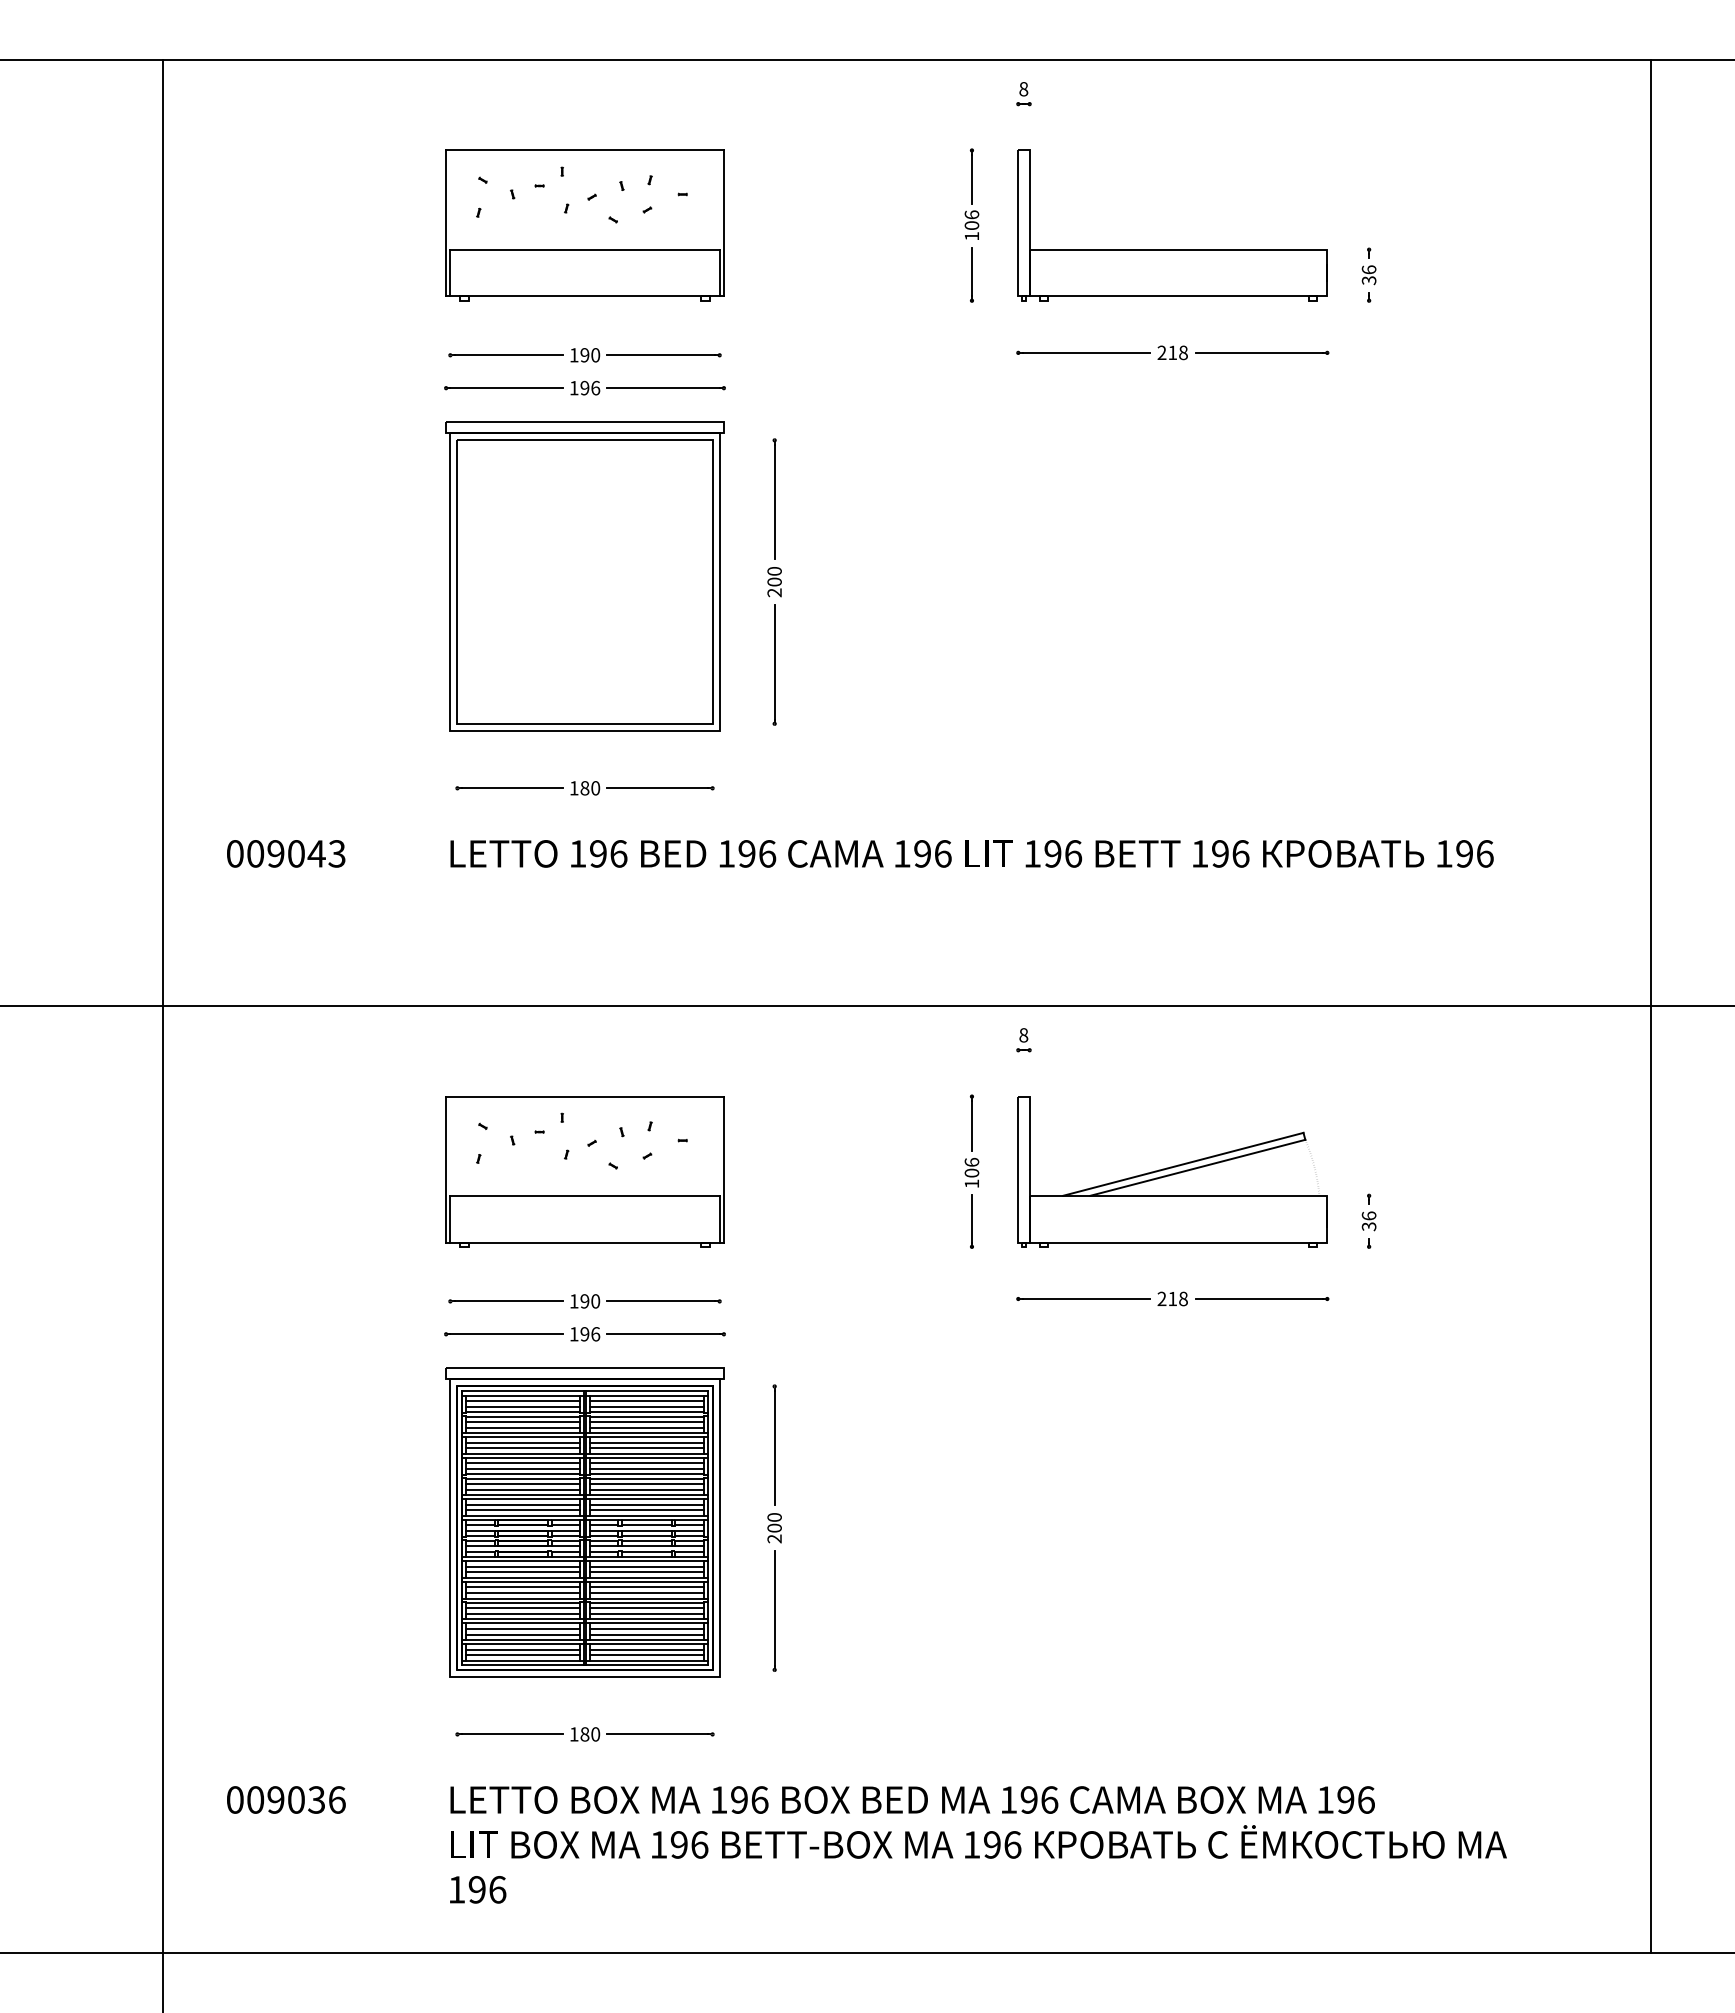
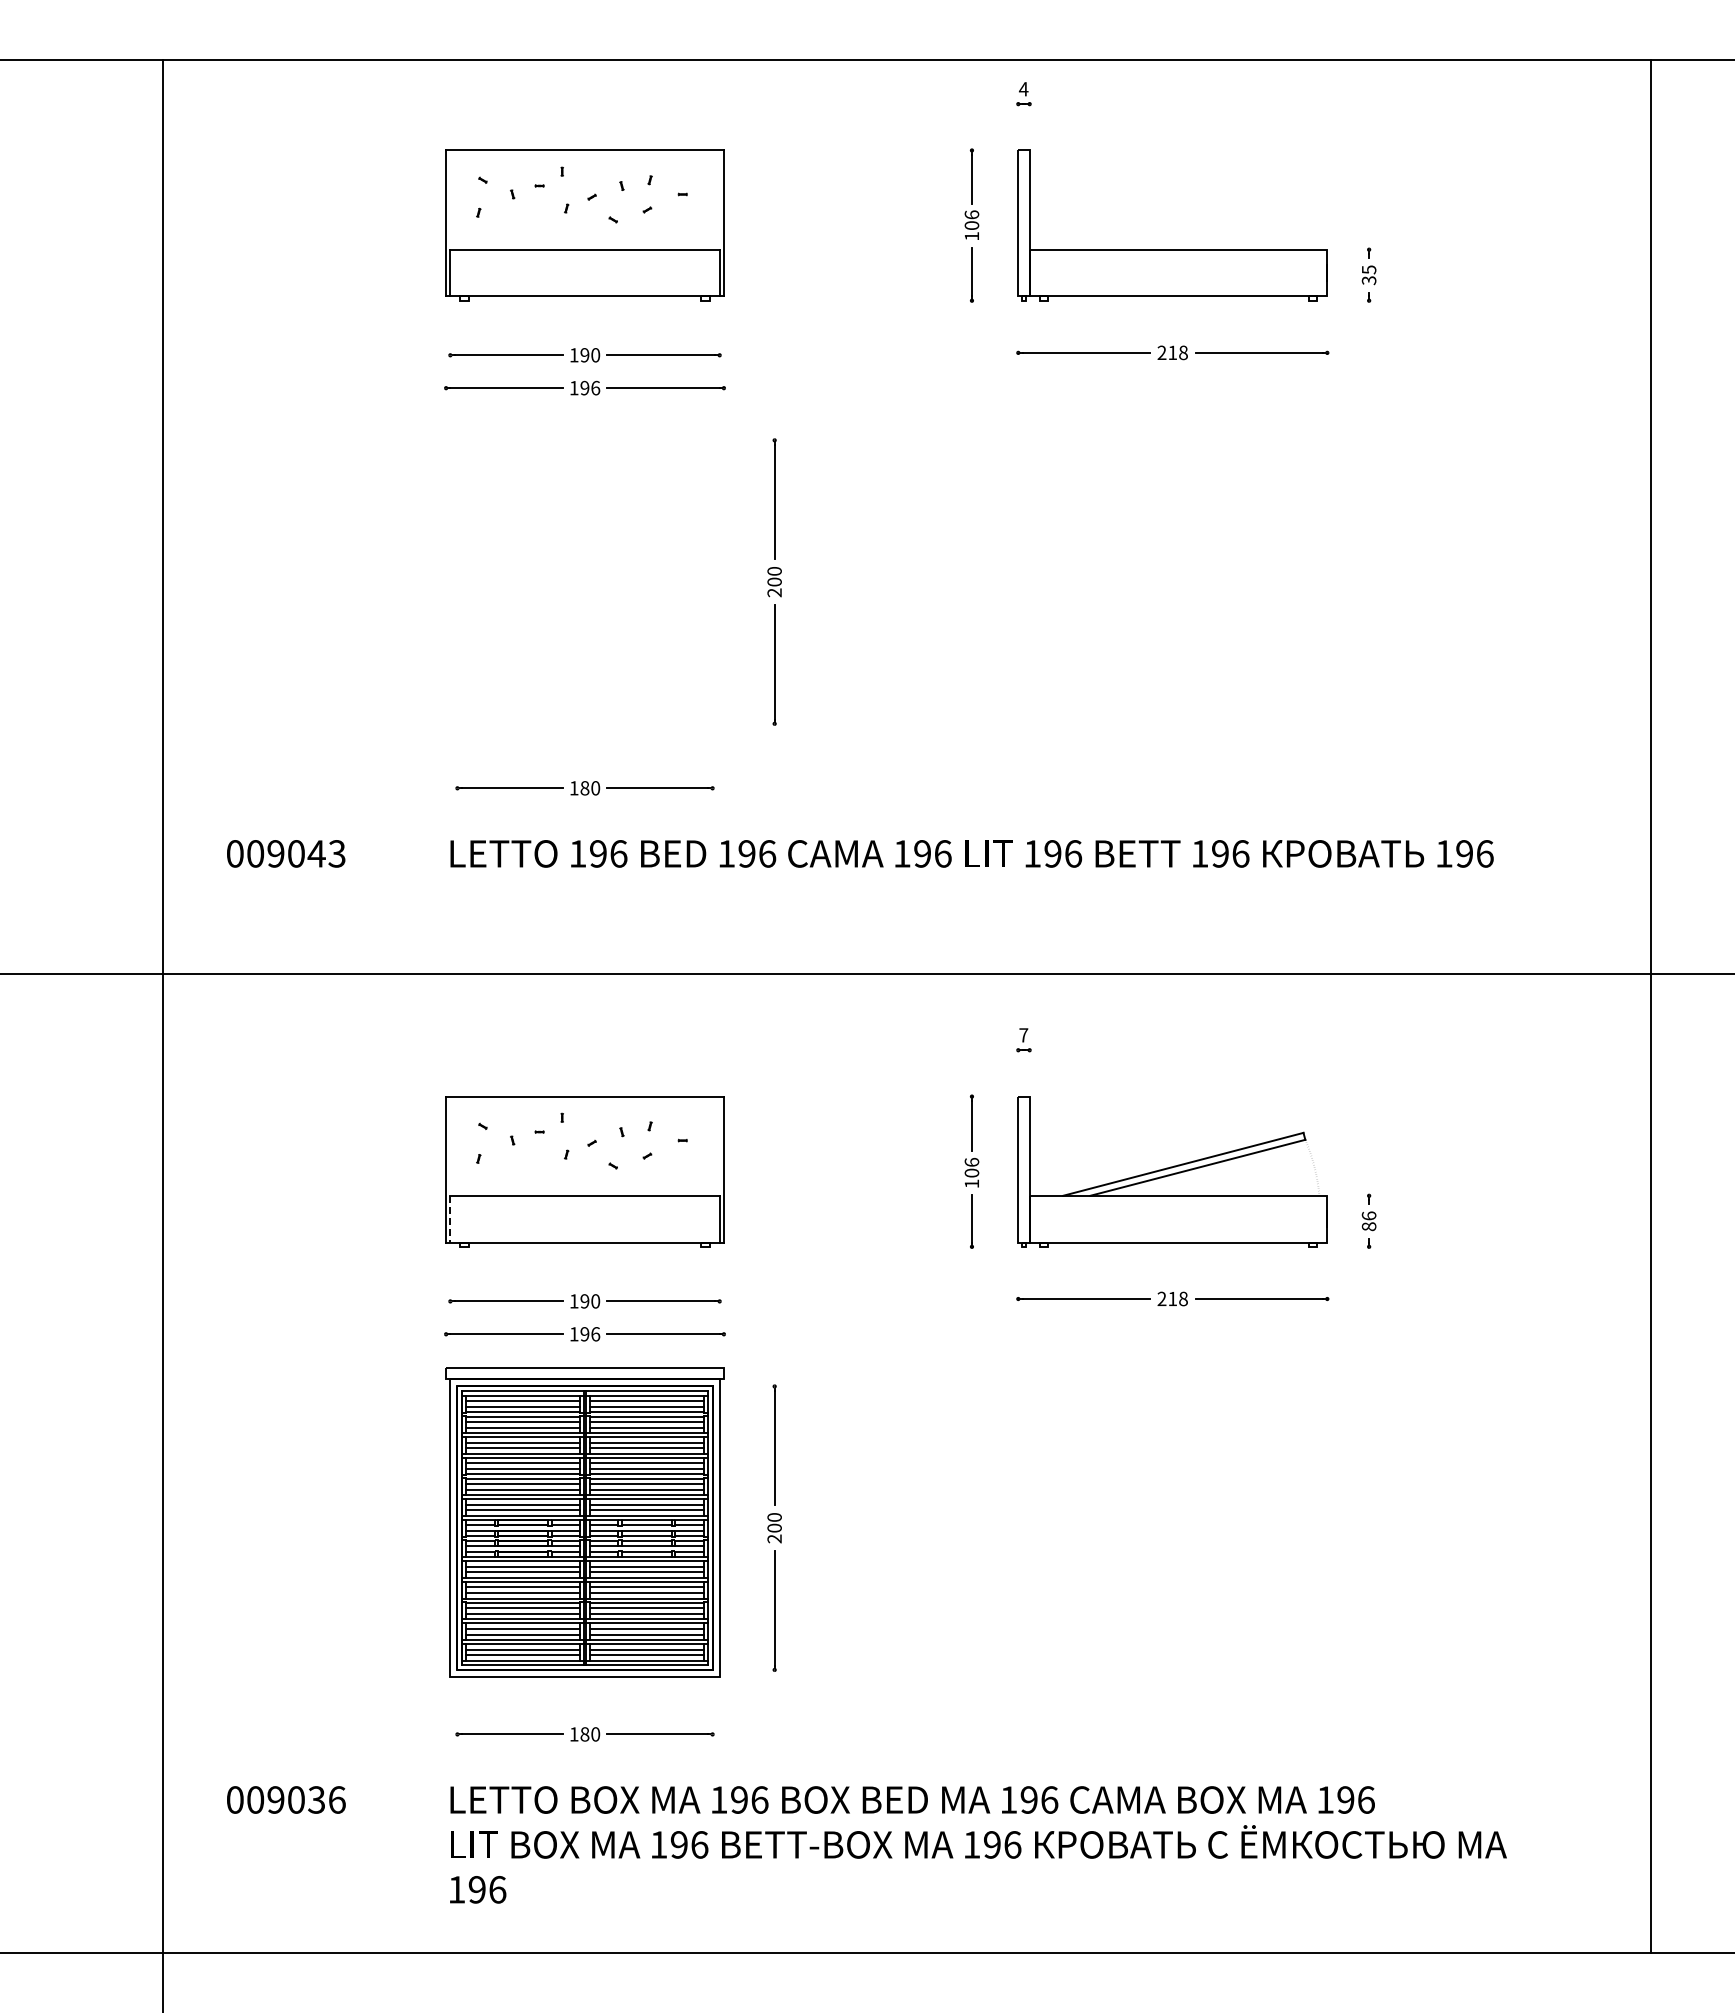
text at (1023, 89): 8 -> 4
text at (1368, 269): 36 -> 35
part at (584, 576): present -> none
line at (866, 1006) position: (866, 1006) -> (866, 974)
text at (1023, 1035): 8 -> 7
line at (450, 1219): solid -> dashed
text at (1368, 1226): 36 -> 86
